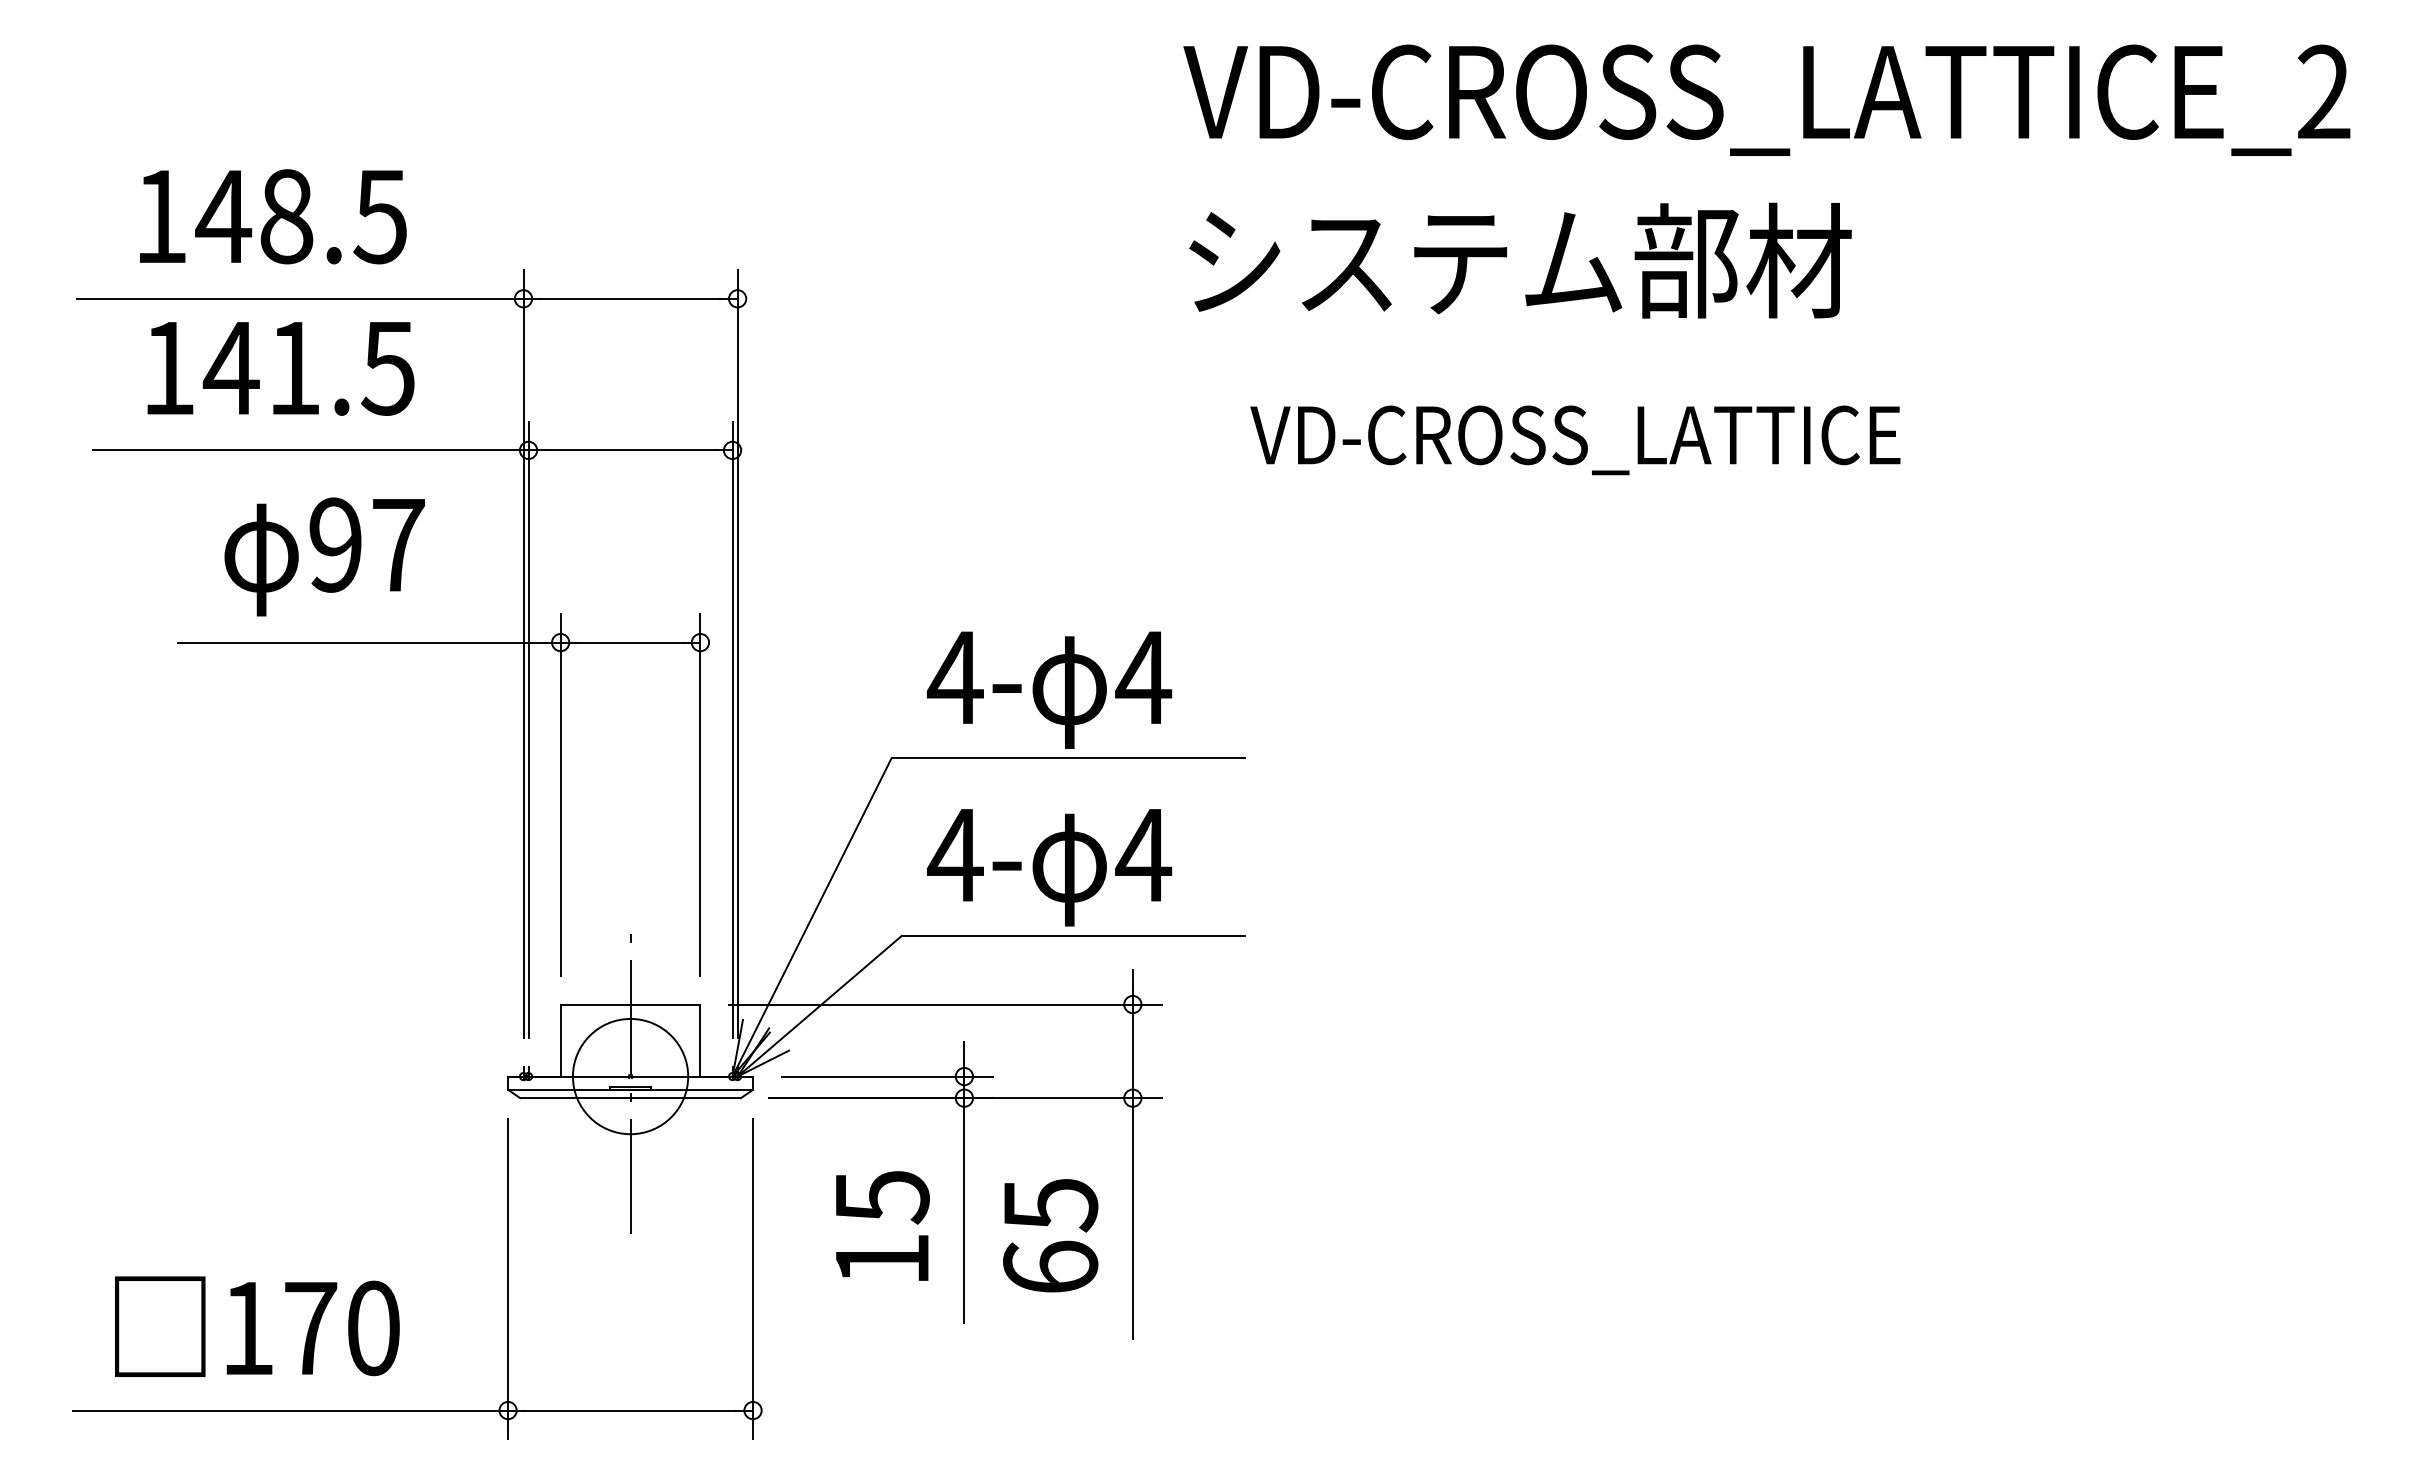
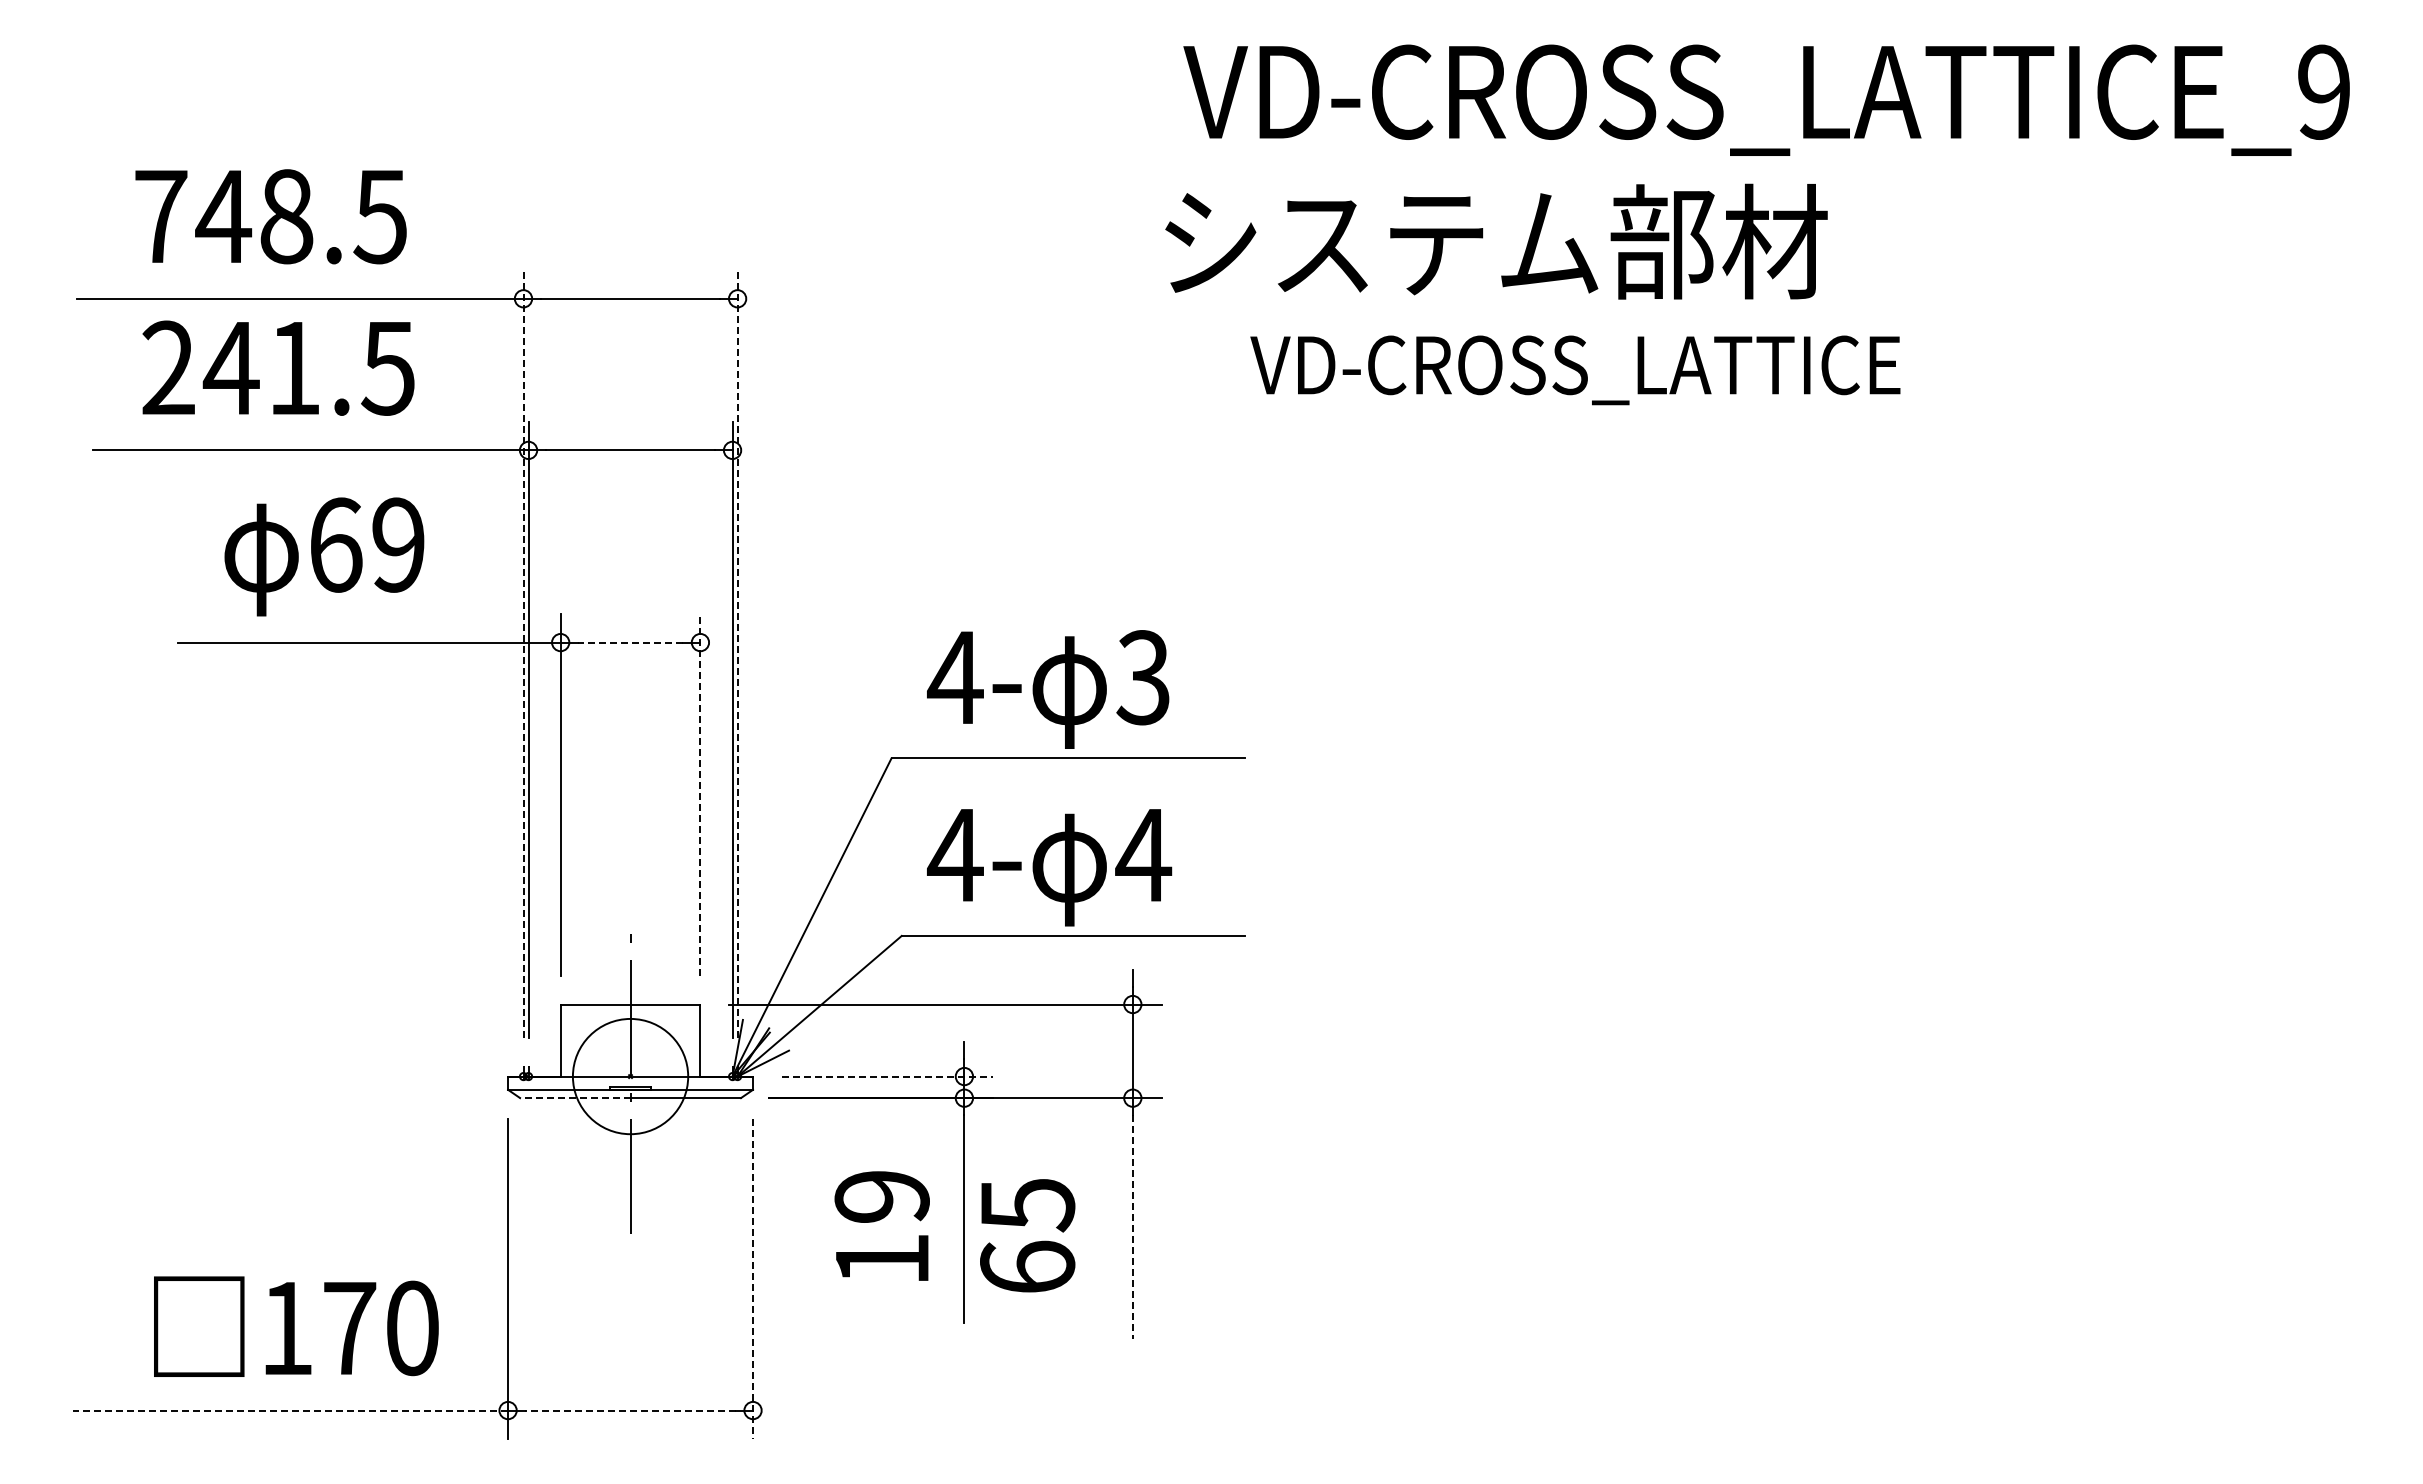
text at (2324, 92): VD-CROSS_LATTICE_2 -> VD-CROSS_LATTICE_9
text at (161, 216): 148.5 -> 748.5
text at (1520, 260) position: (1520, 260) -> (1496, 241)
text at (168, 367): 141.5 -> 241.5
text at (1575, 440) position: (1575, 440) -> (1575, 370)
text at (366, 544): 97 -> 69
line at (630, 642): solid -> dashed
line at (523, 653): solid -> dashed
line at (737, 653): solid -> dashed
text at (1143, 677): 4 -> 3
line at (700, 794): solid -> dashed
line at (887, 1076): solid -> dashed
line at (575, 1098): solid -> dashed
text at (881, 1197): 15 -> 19
line at (1132, 1227): solid -> dashed
text at (1050, 1235) position: (1050, 1235) -> (1027, 1235)
line at (753, 1279): solid -> dashed
text at (257, 1326) position: (257, 1326) -> (296, 1326)
line at (290, 1410): solid -> dashed
line at (630, 1410): solid -> dashed
